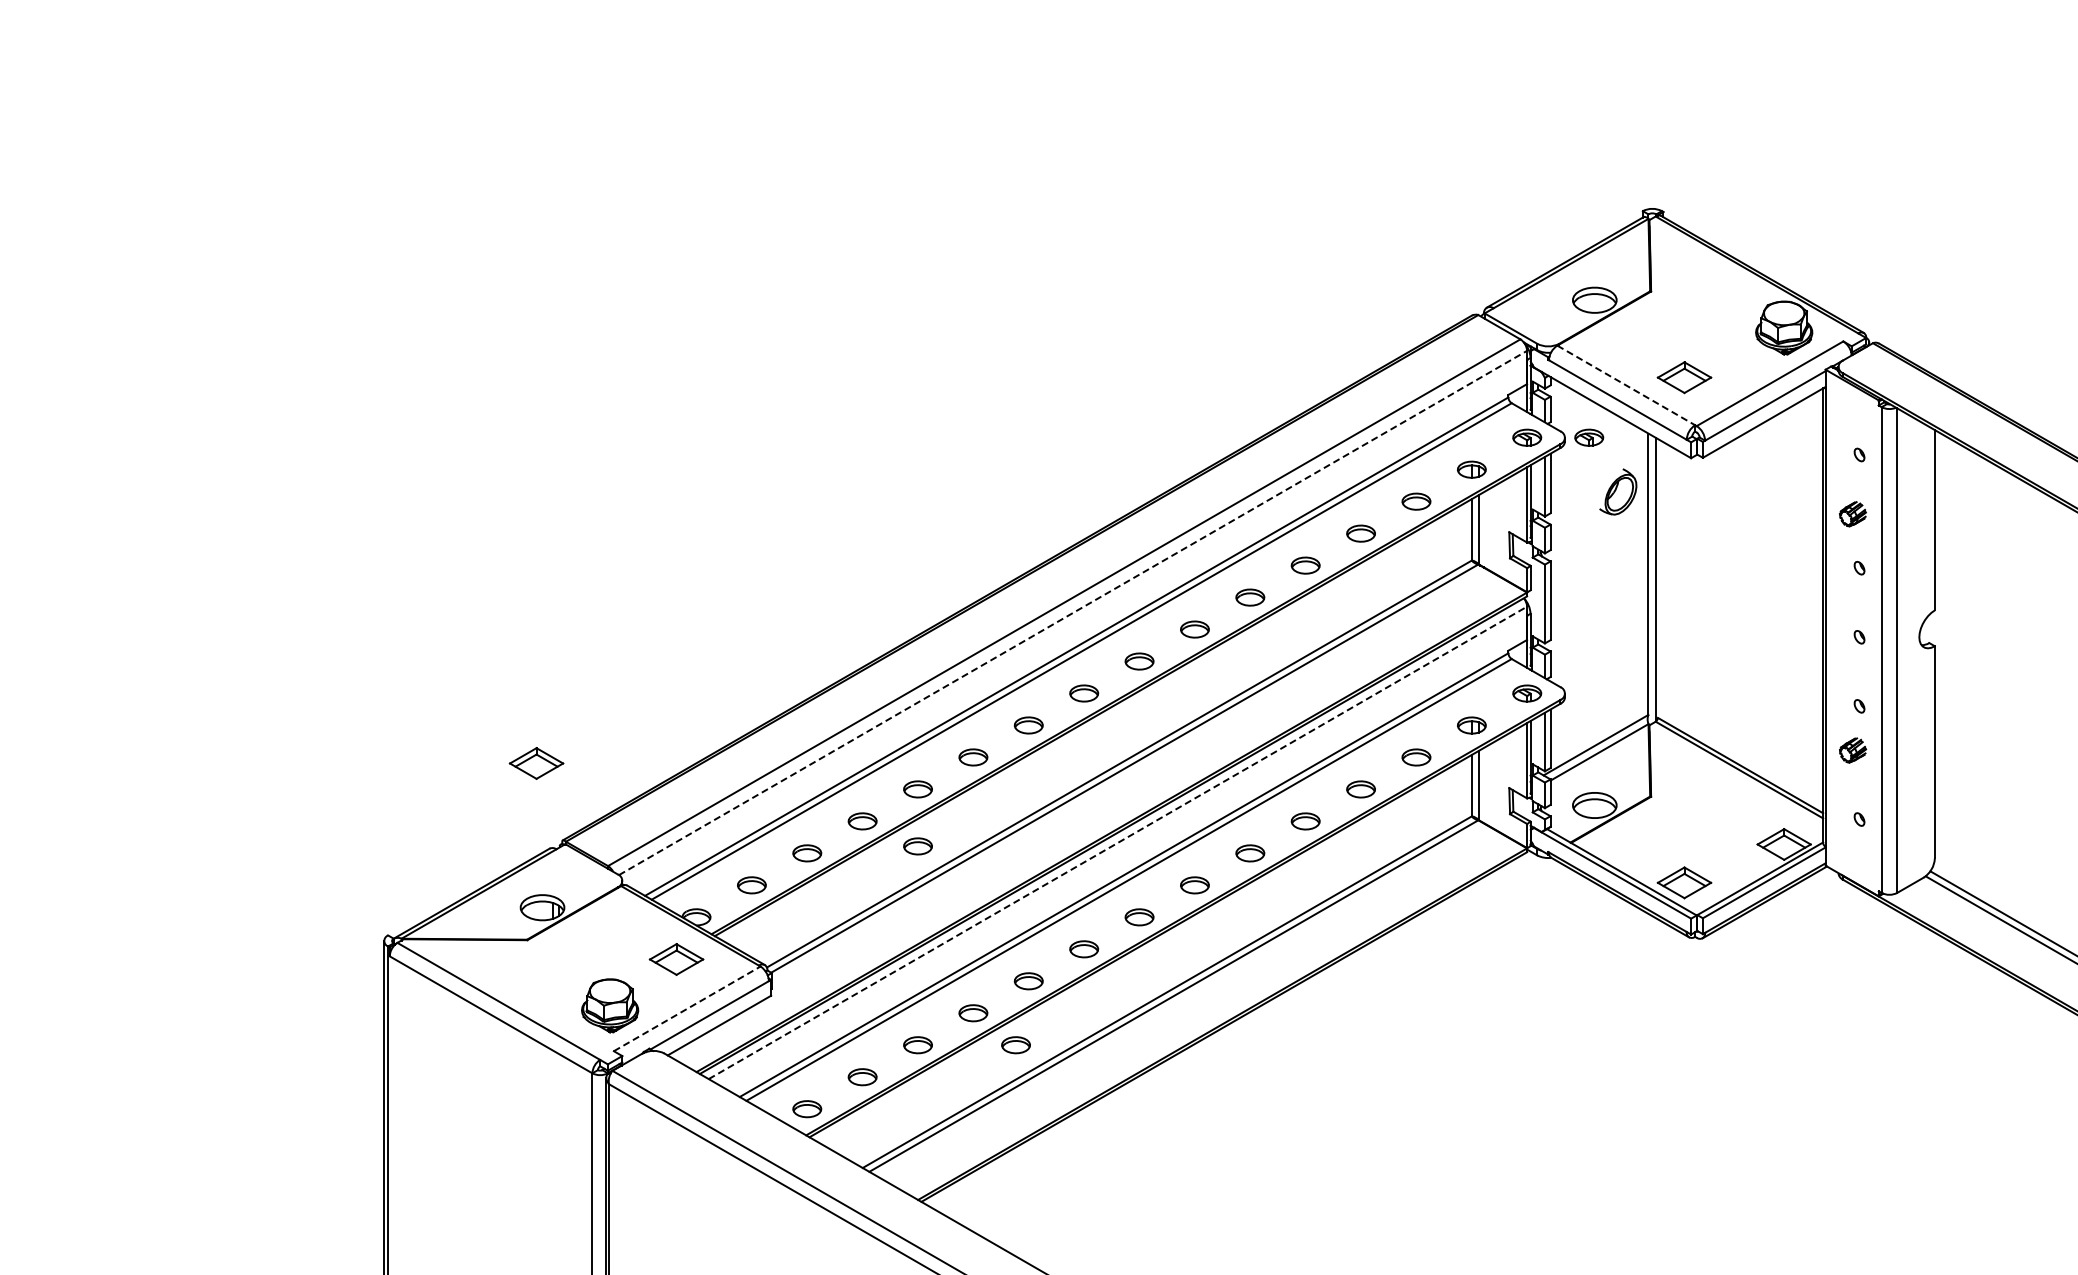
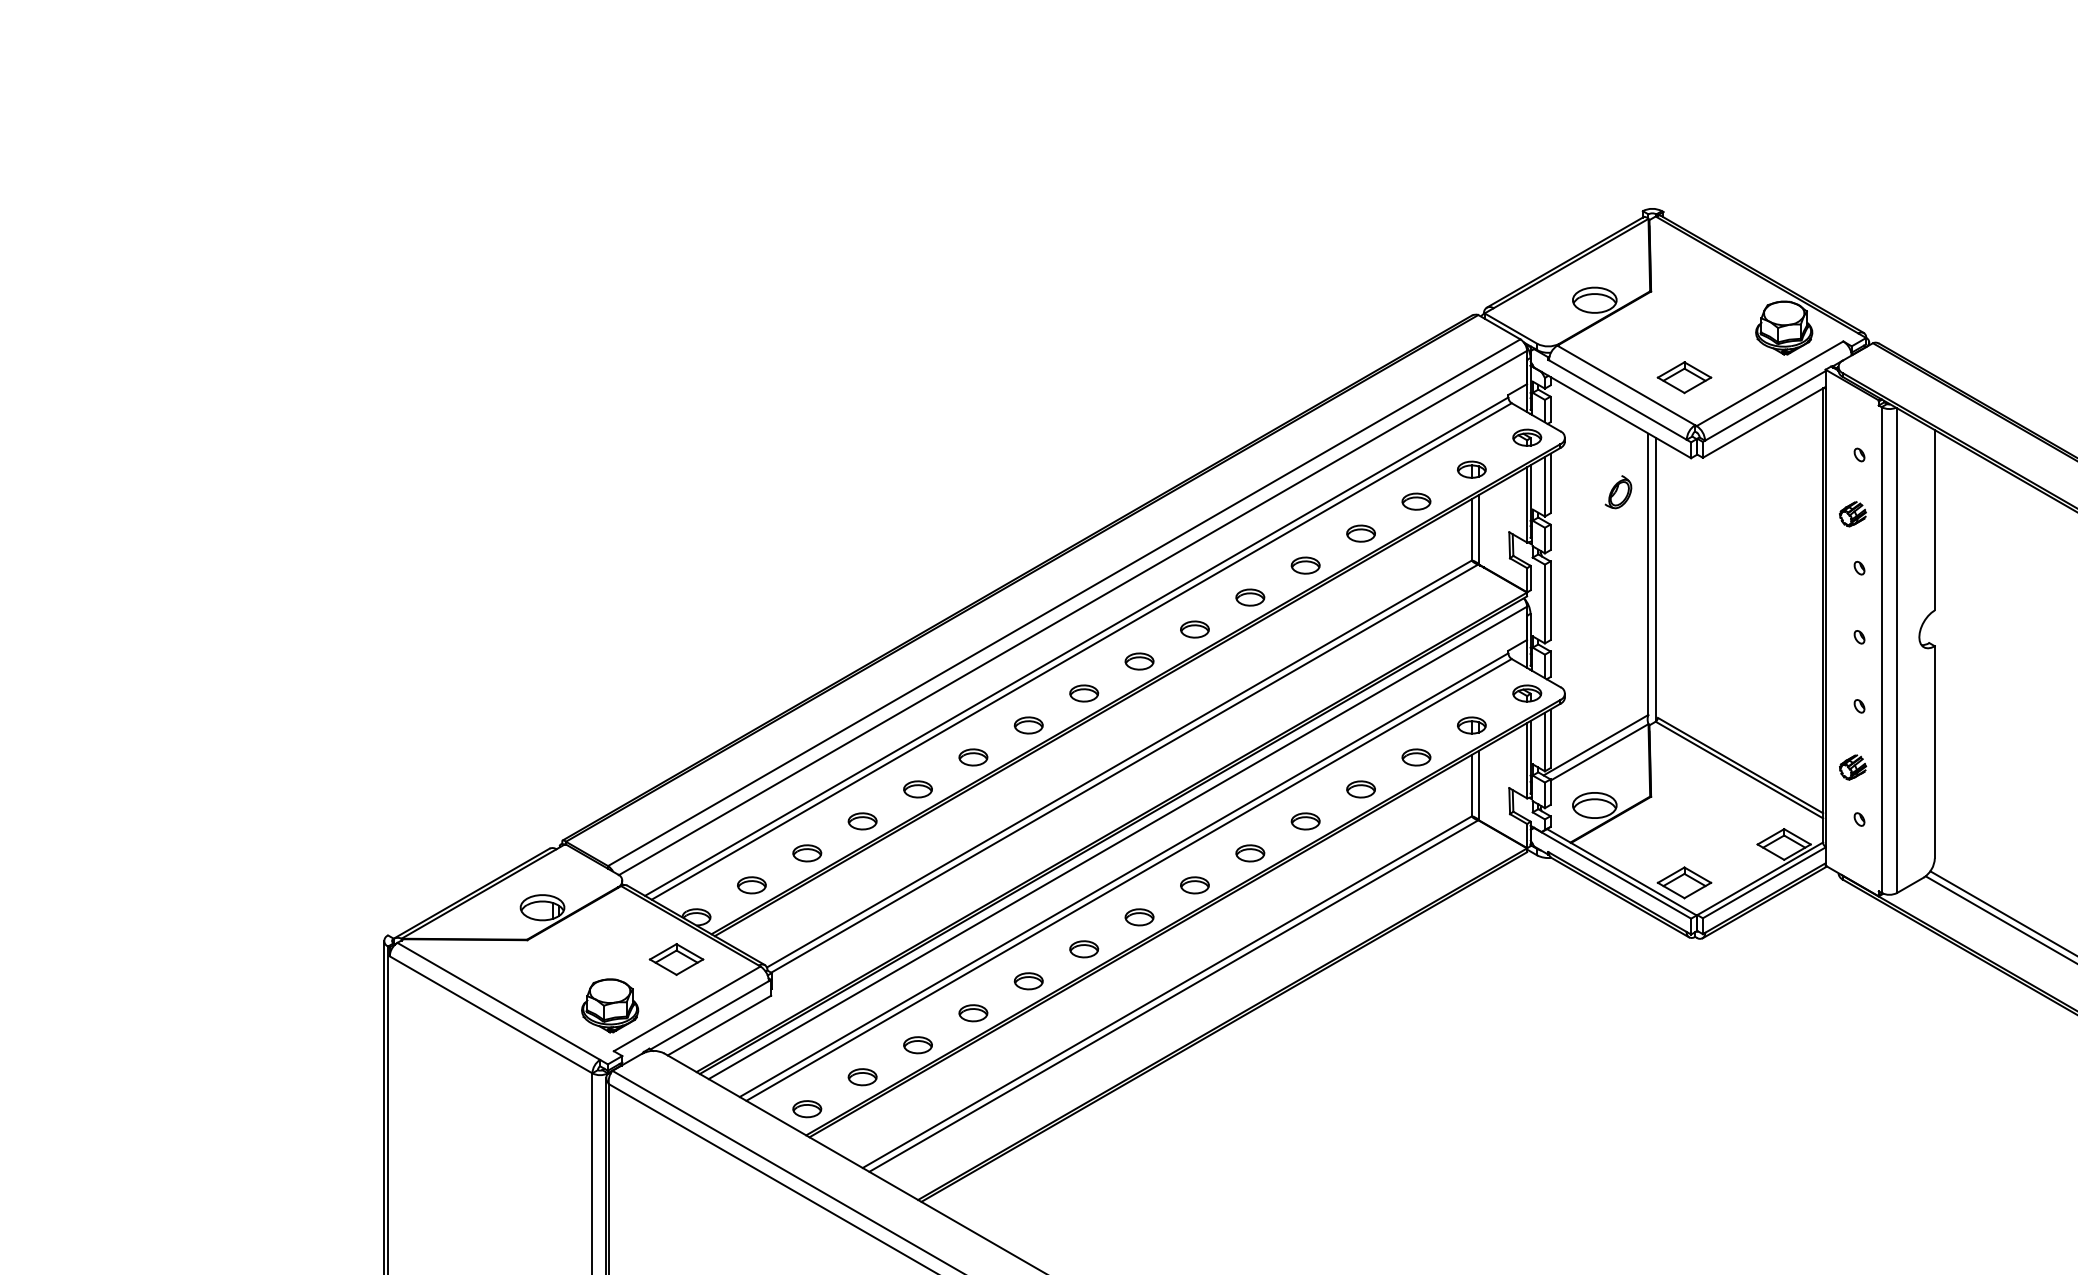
line at (1626, 385): dashed -> solid
part at (1589, 437): present -> none
part at (1618, 491) size: 39x48 px -> 29x35 px
line at (1073, 612): dashed -> solid
part at (1853, 750) position: (1853, 750) -> (1853, 767)
part at (536, 763): present -> none
line at (1118, 842): dashed -> solid
part at (917, 846): present -> none
line at (687, 1008): dashed -> solid
part at (1015, 1045): present -> none
